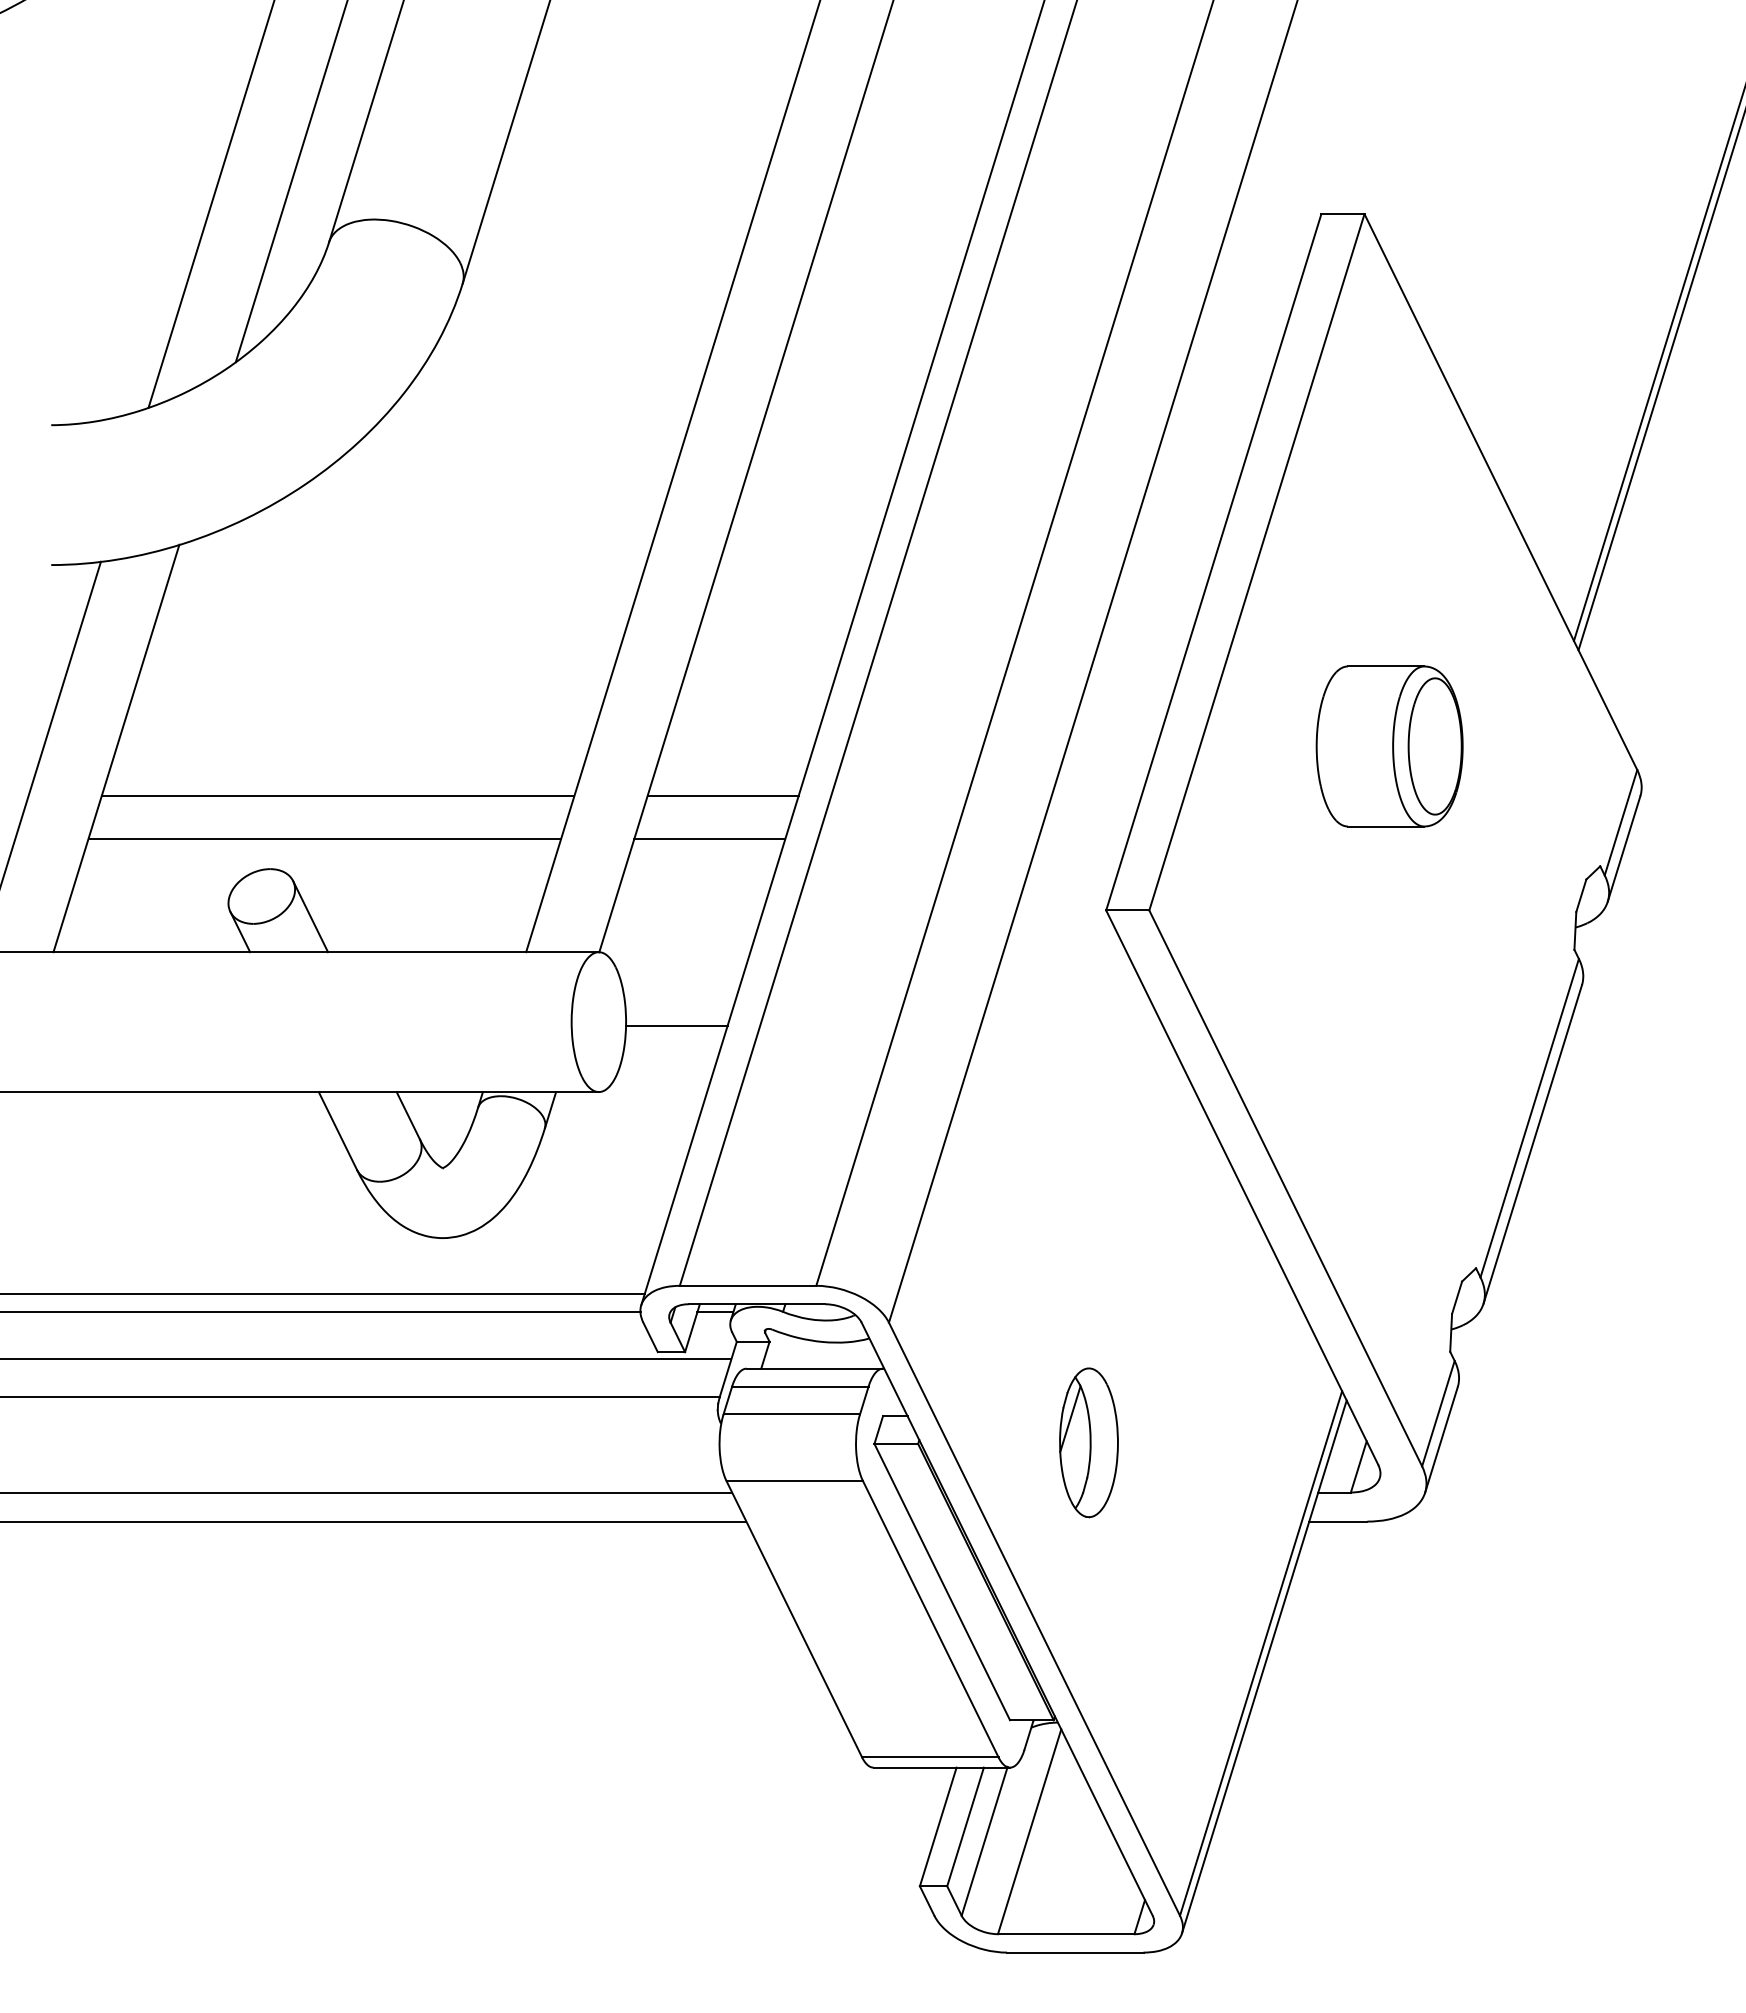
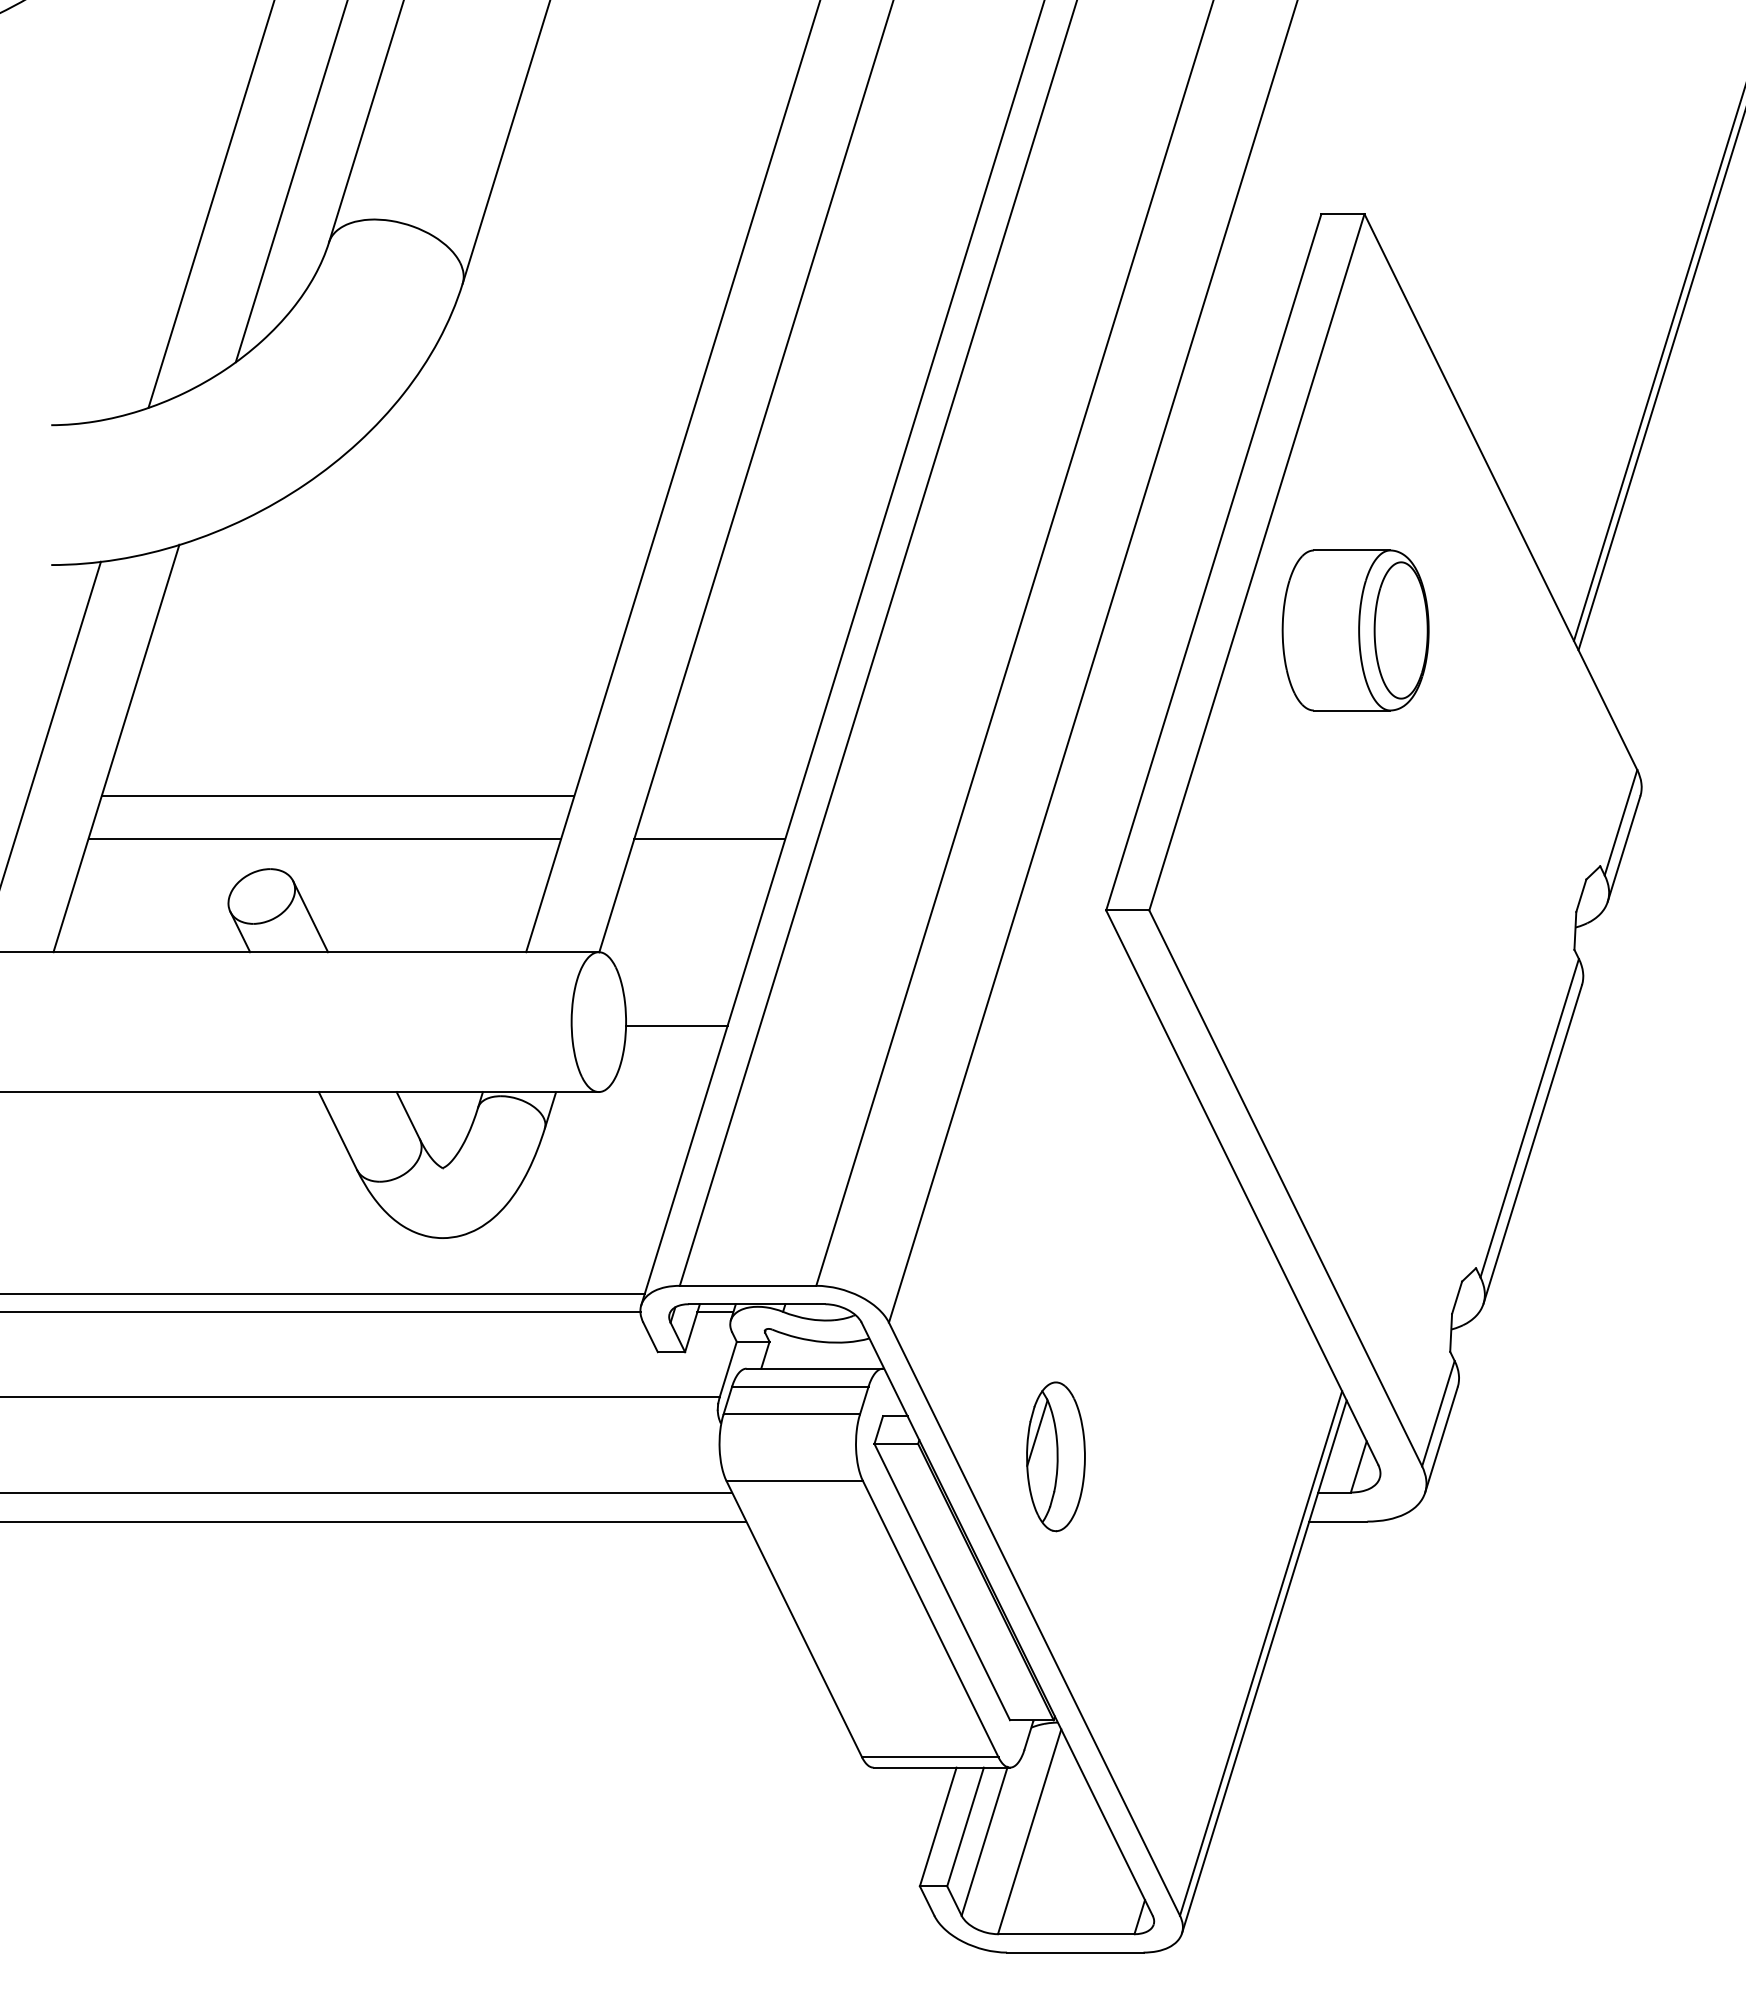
part at (1389, 746) position: (1389, 746) -> (1355, 630)
line at (722, 796): present -> none
line at (366, 1359): present -> none
part at (1088, 1442) position: (1088, 1442) -> (1055, 1456)
